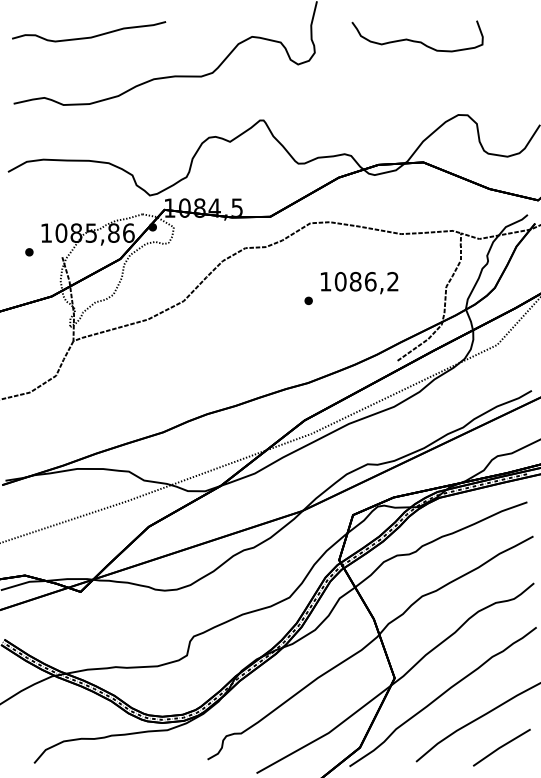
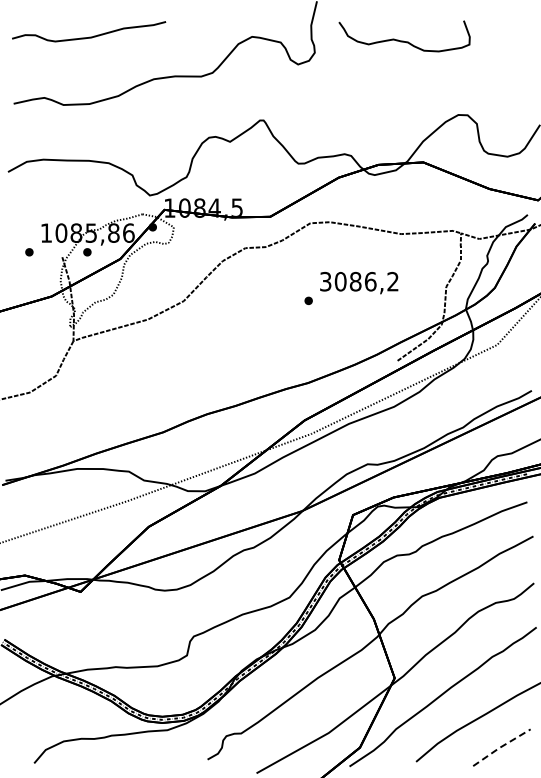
curve at (416, 40) position: (416, 40) -> (403, 40)
part at (87, 252): none -> present
text at (325, 281): 1086,2 -> 3086,2
line at (500, 747): solid -> dashed
